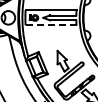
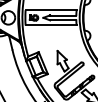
line at (51, 25): dashed -> solid
